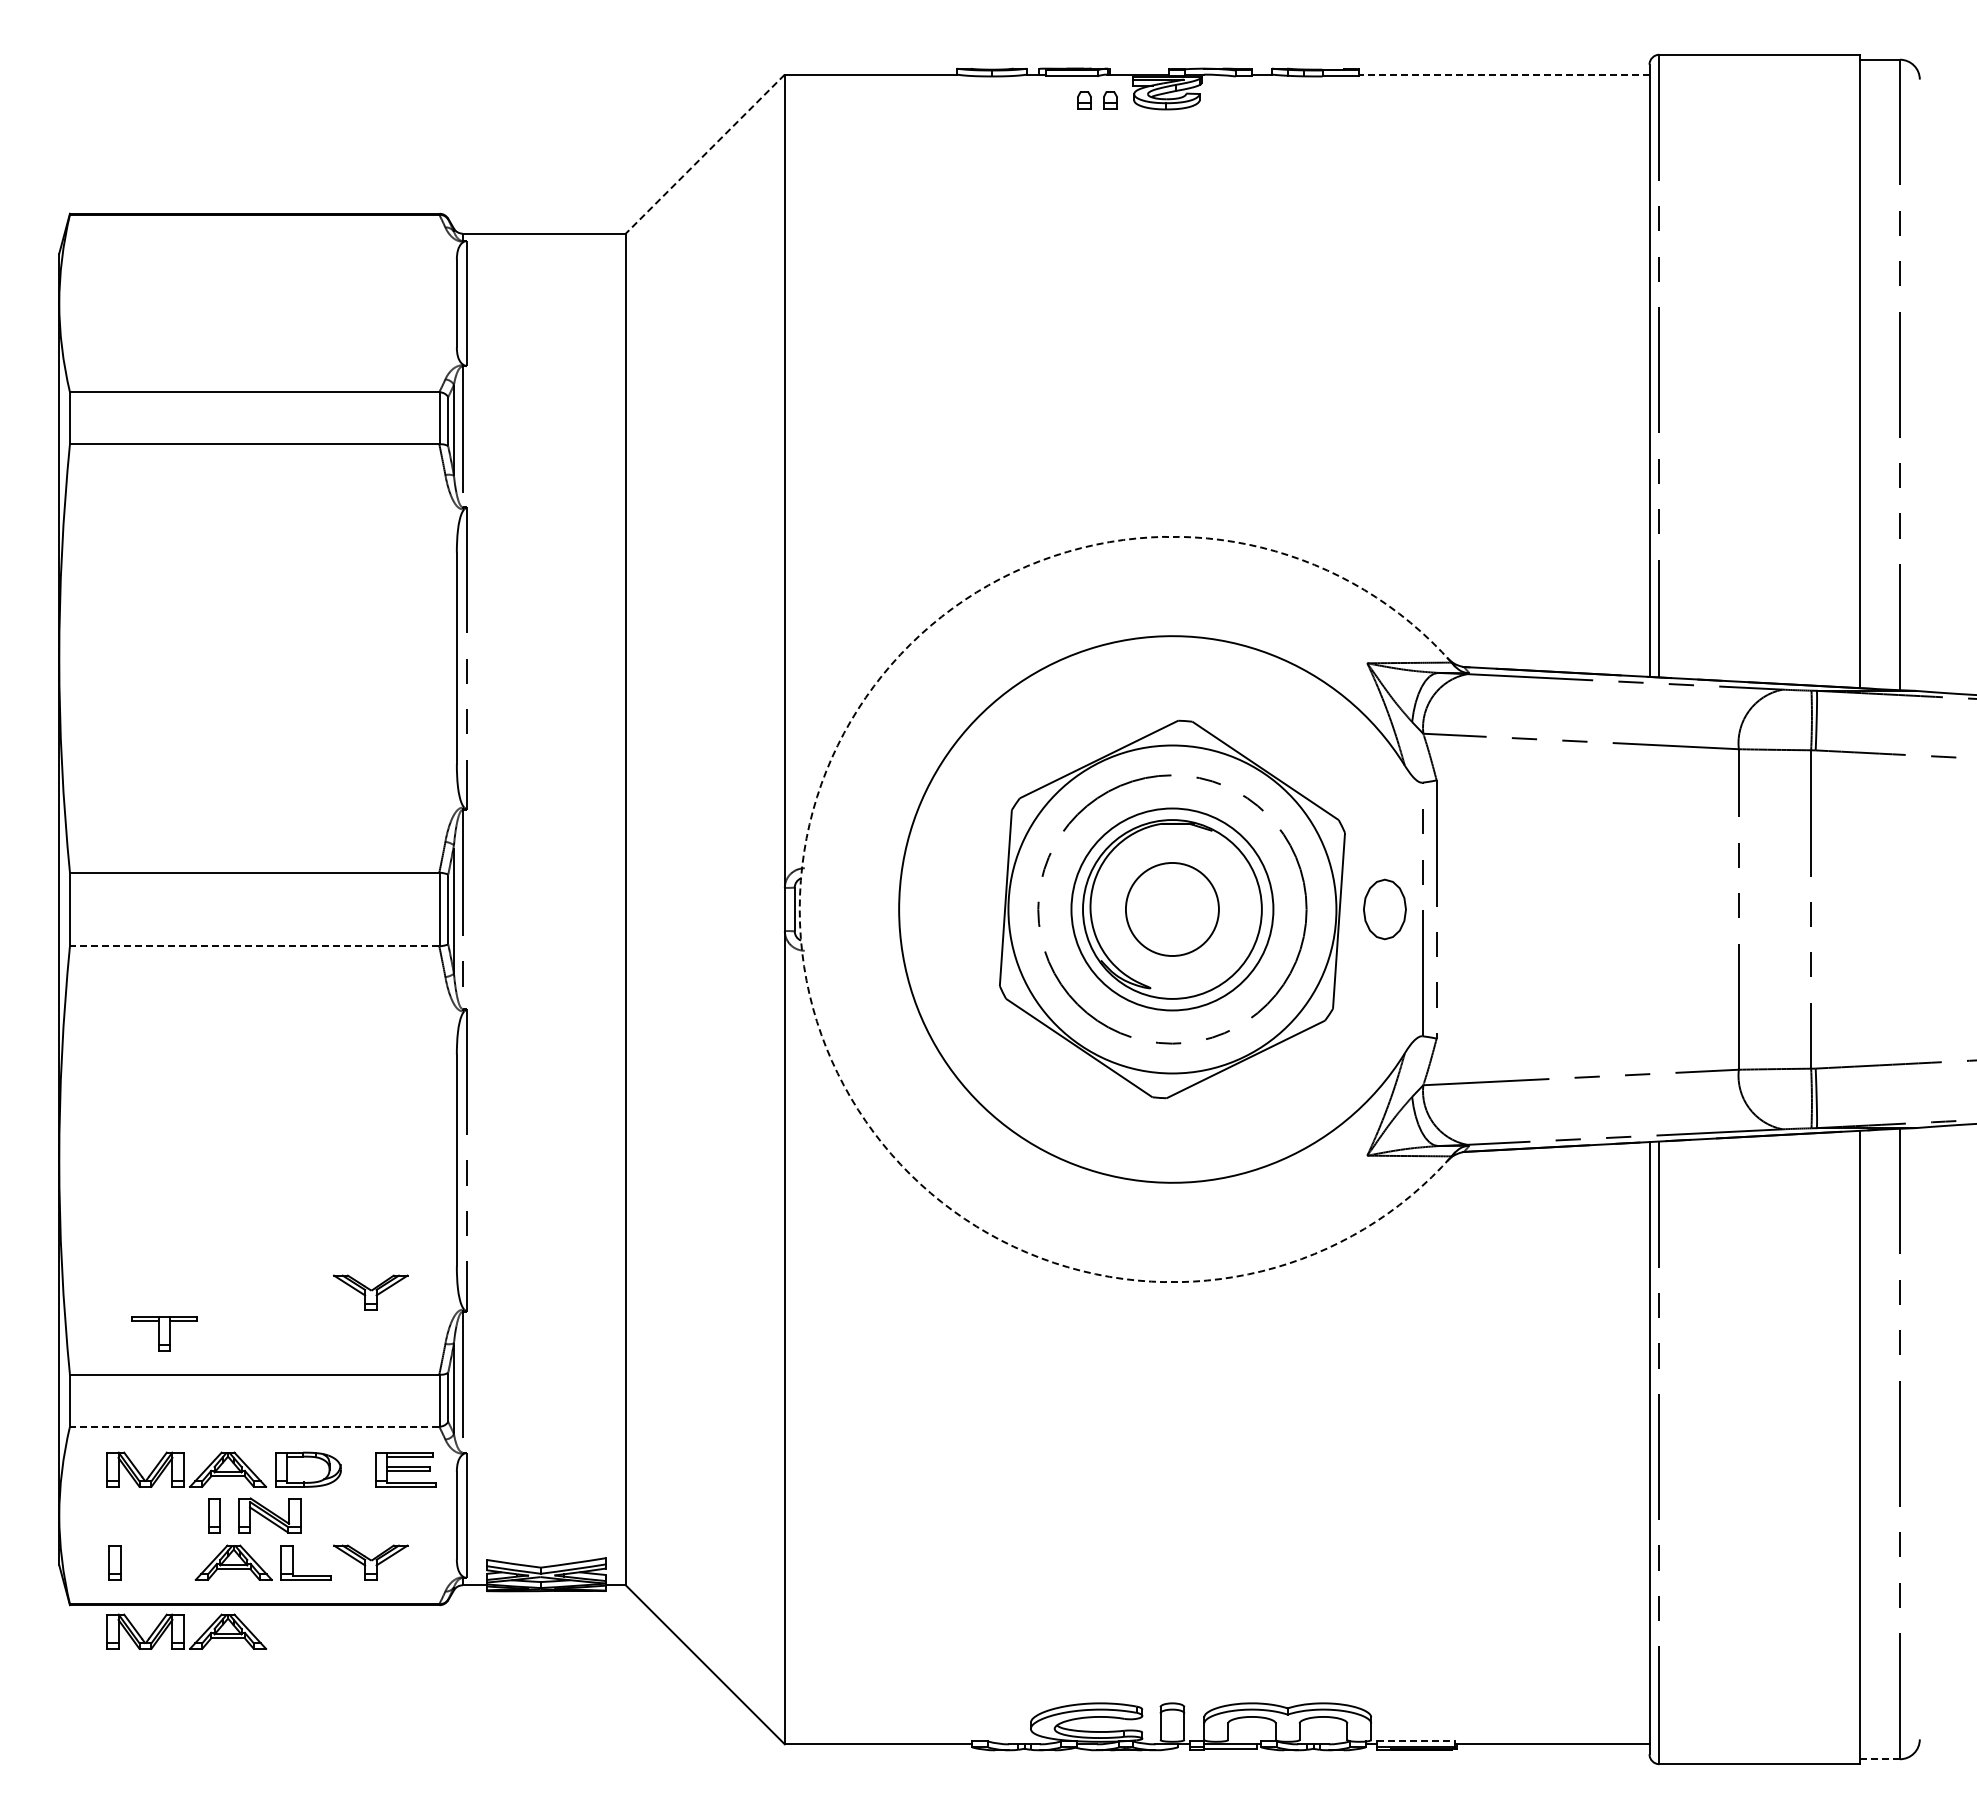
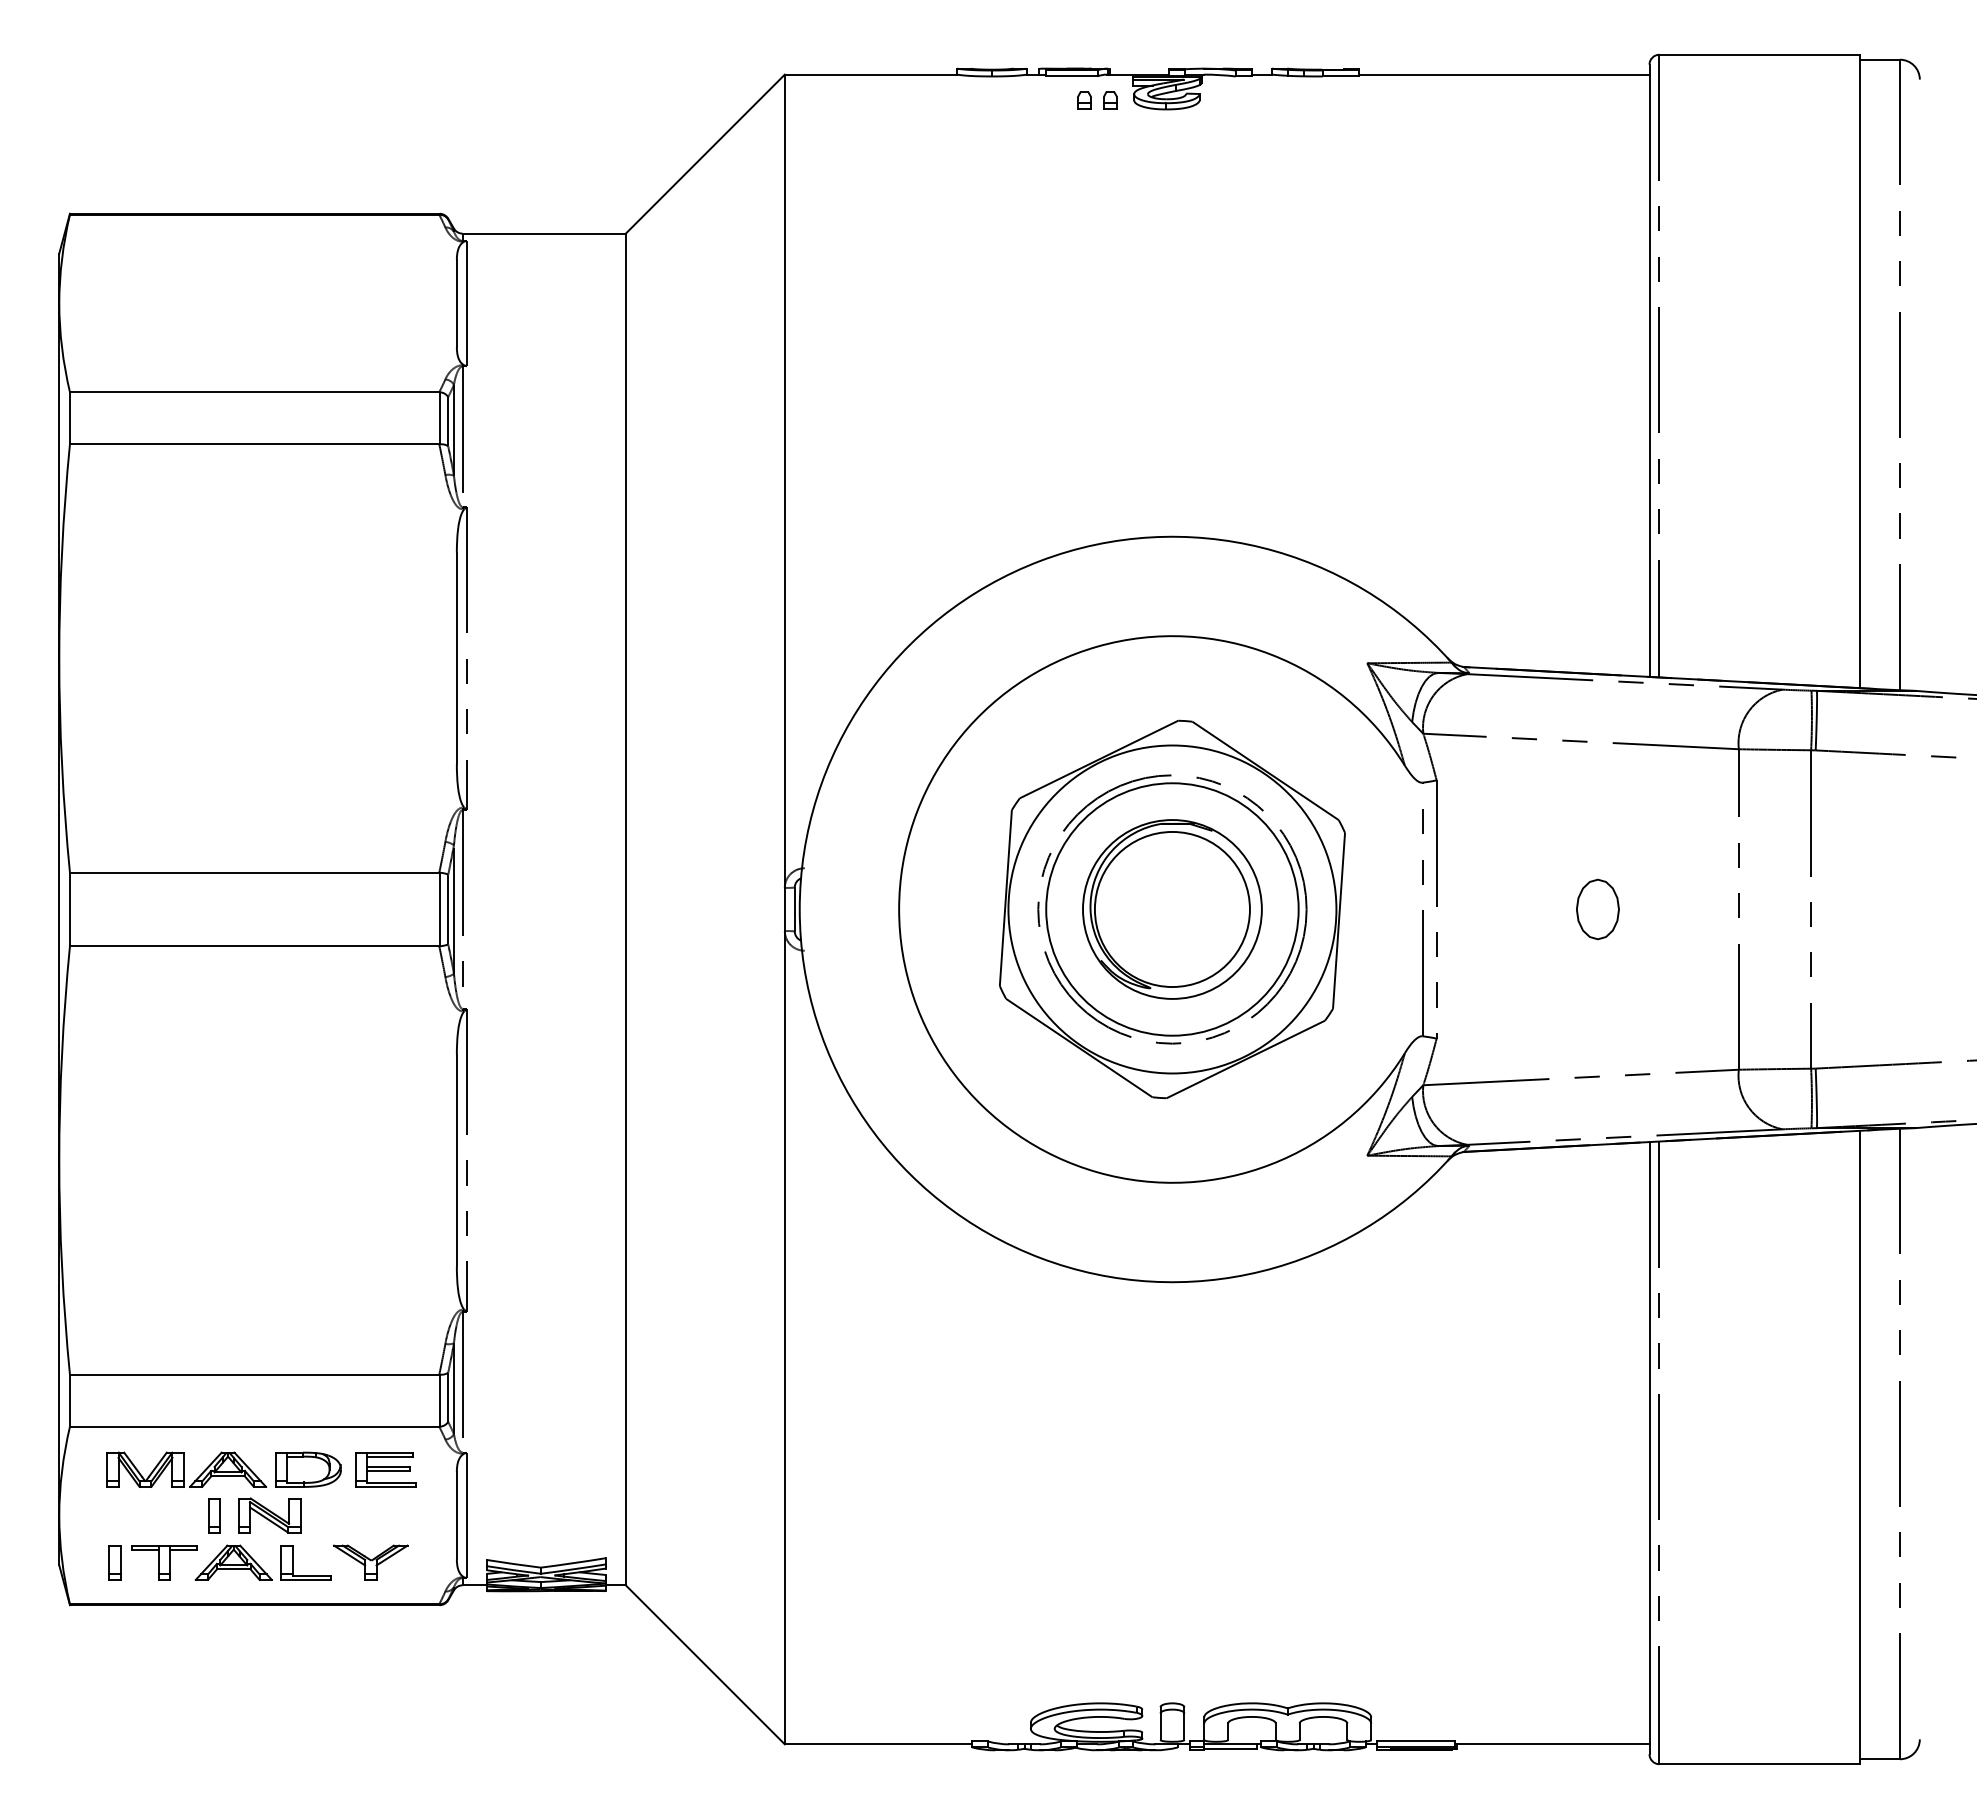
line at (1503, 74): dashed -> solid
line at (704, 154): dashed -> solid
arc at (799, 909): dashed -> solid
circle at (1171, 909) diameter: 93 px -> 155 px
circle at (1172, 909) diameter: 202 px -> 252 px
part at (1384, 909) position: (1384, 909) -> (1597, 909)
line at (254, 946): dashed -> solid
part at (370, 1292): present -> none
part at (164, 1333) position: (164, 1333) -> (164, 1562)
line at (254, 1426): dashed -> solid
part at (405, 1469) position: (405, 1469) -> (385, 1469)
part at (186, 1631): present -> none
line at (1416, 1741): dashed -> solid
line at (1880, 1759): dashed -> solid
